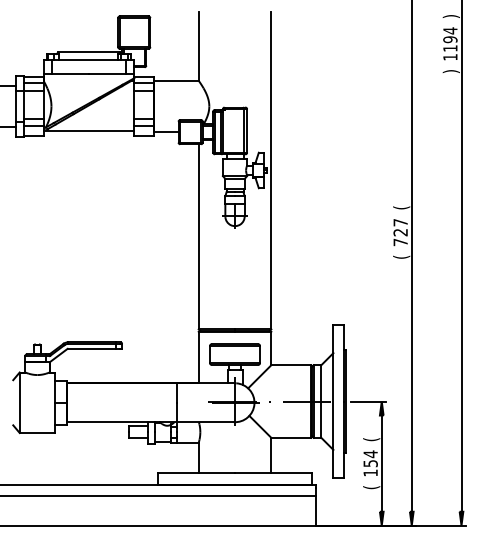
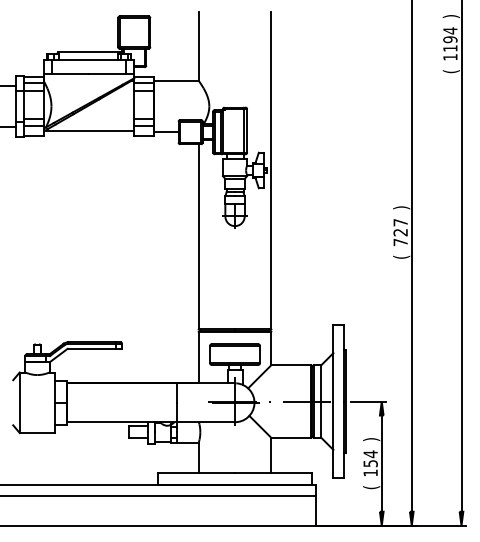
text at (450, 71): ) -> (
text at (401, 207): ( -> )
text at (371, 439): ( -> )
